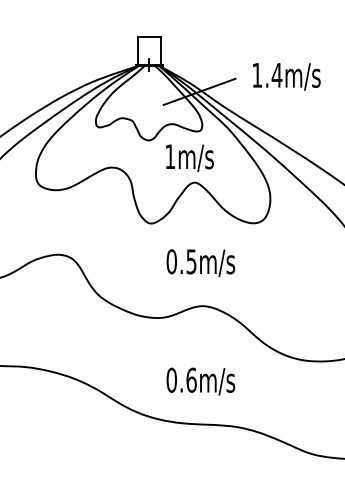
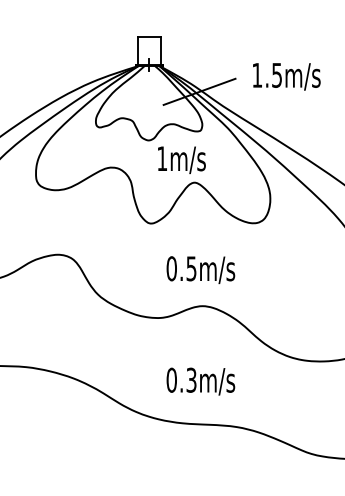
text at (276, 75): 1.4m/s -> 1.5m/s
text at (189, 157) position: (189, 157) -> (181, 159)
text at (200, 263) position: (200, 263) -> (200, 270)
text at (191, 379): 0.6m/s -> 0.3m/s
